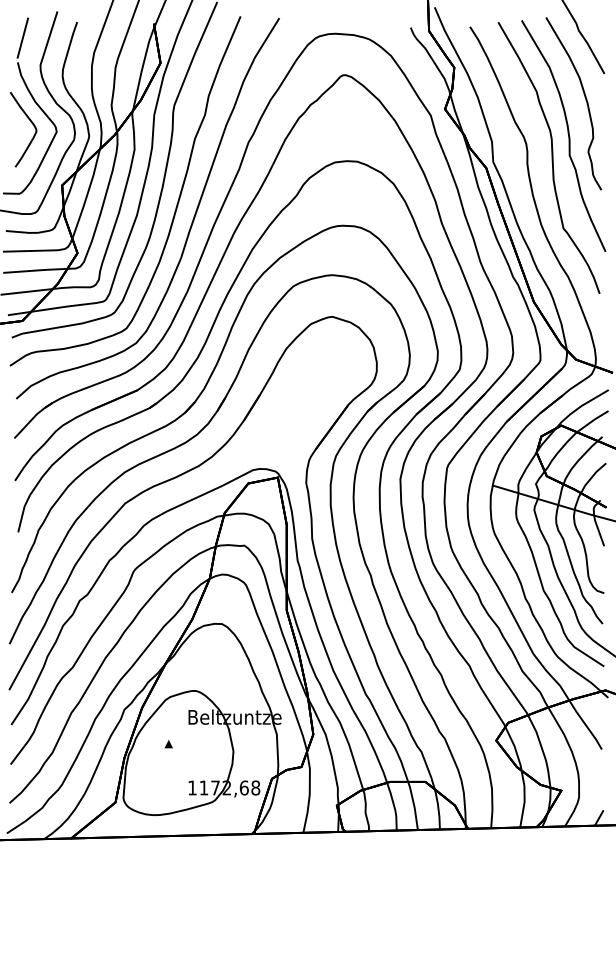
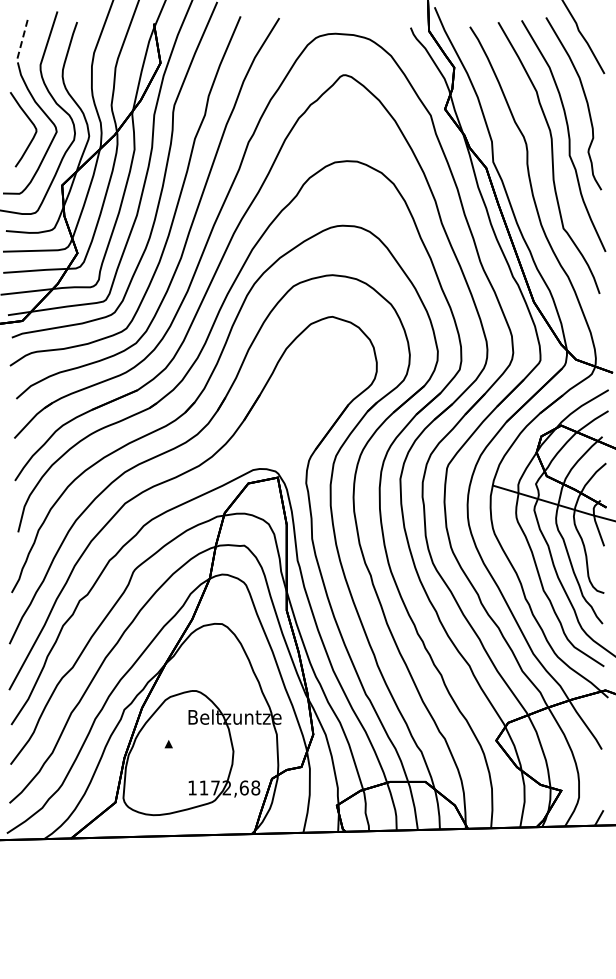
line at (23, 37): solid -> dashed
